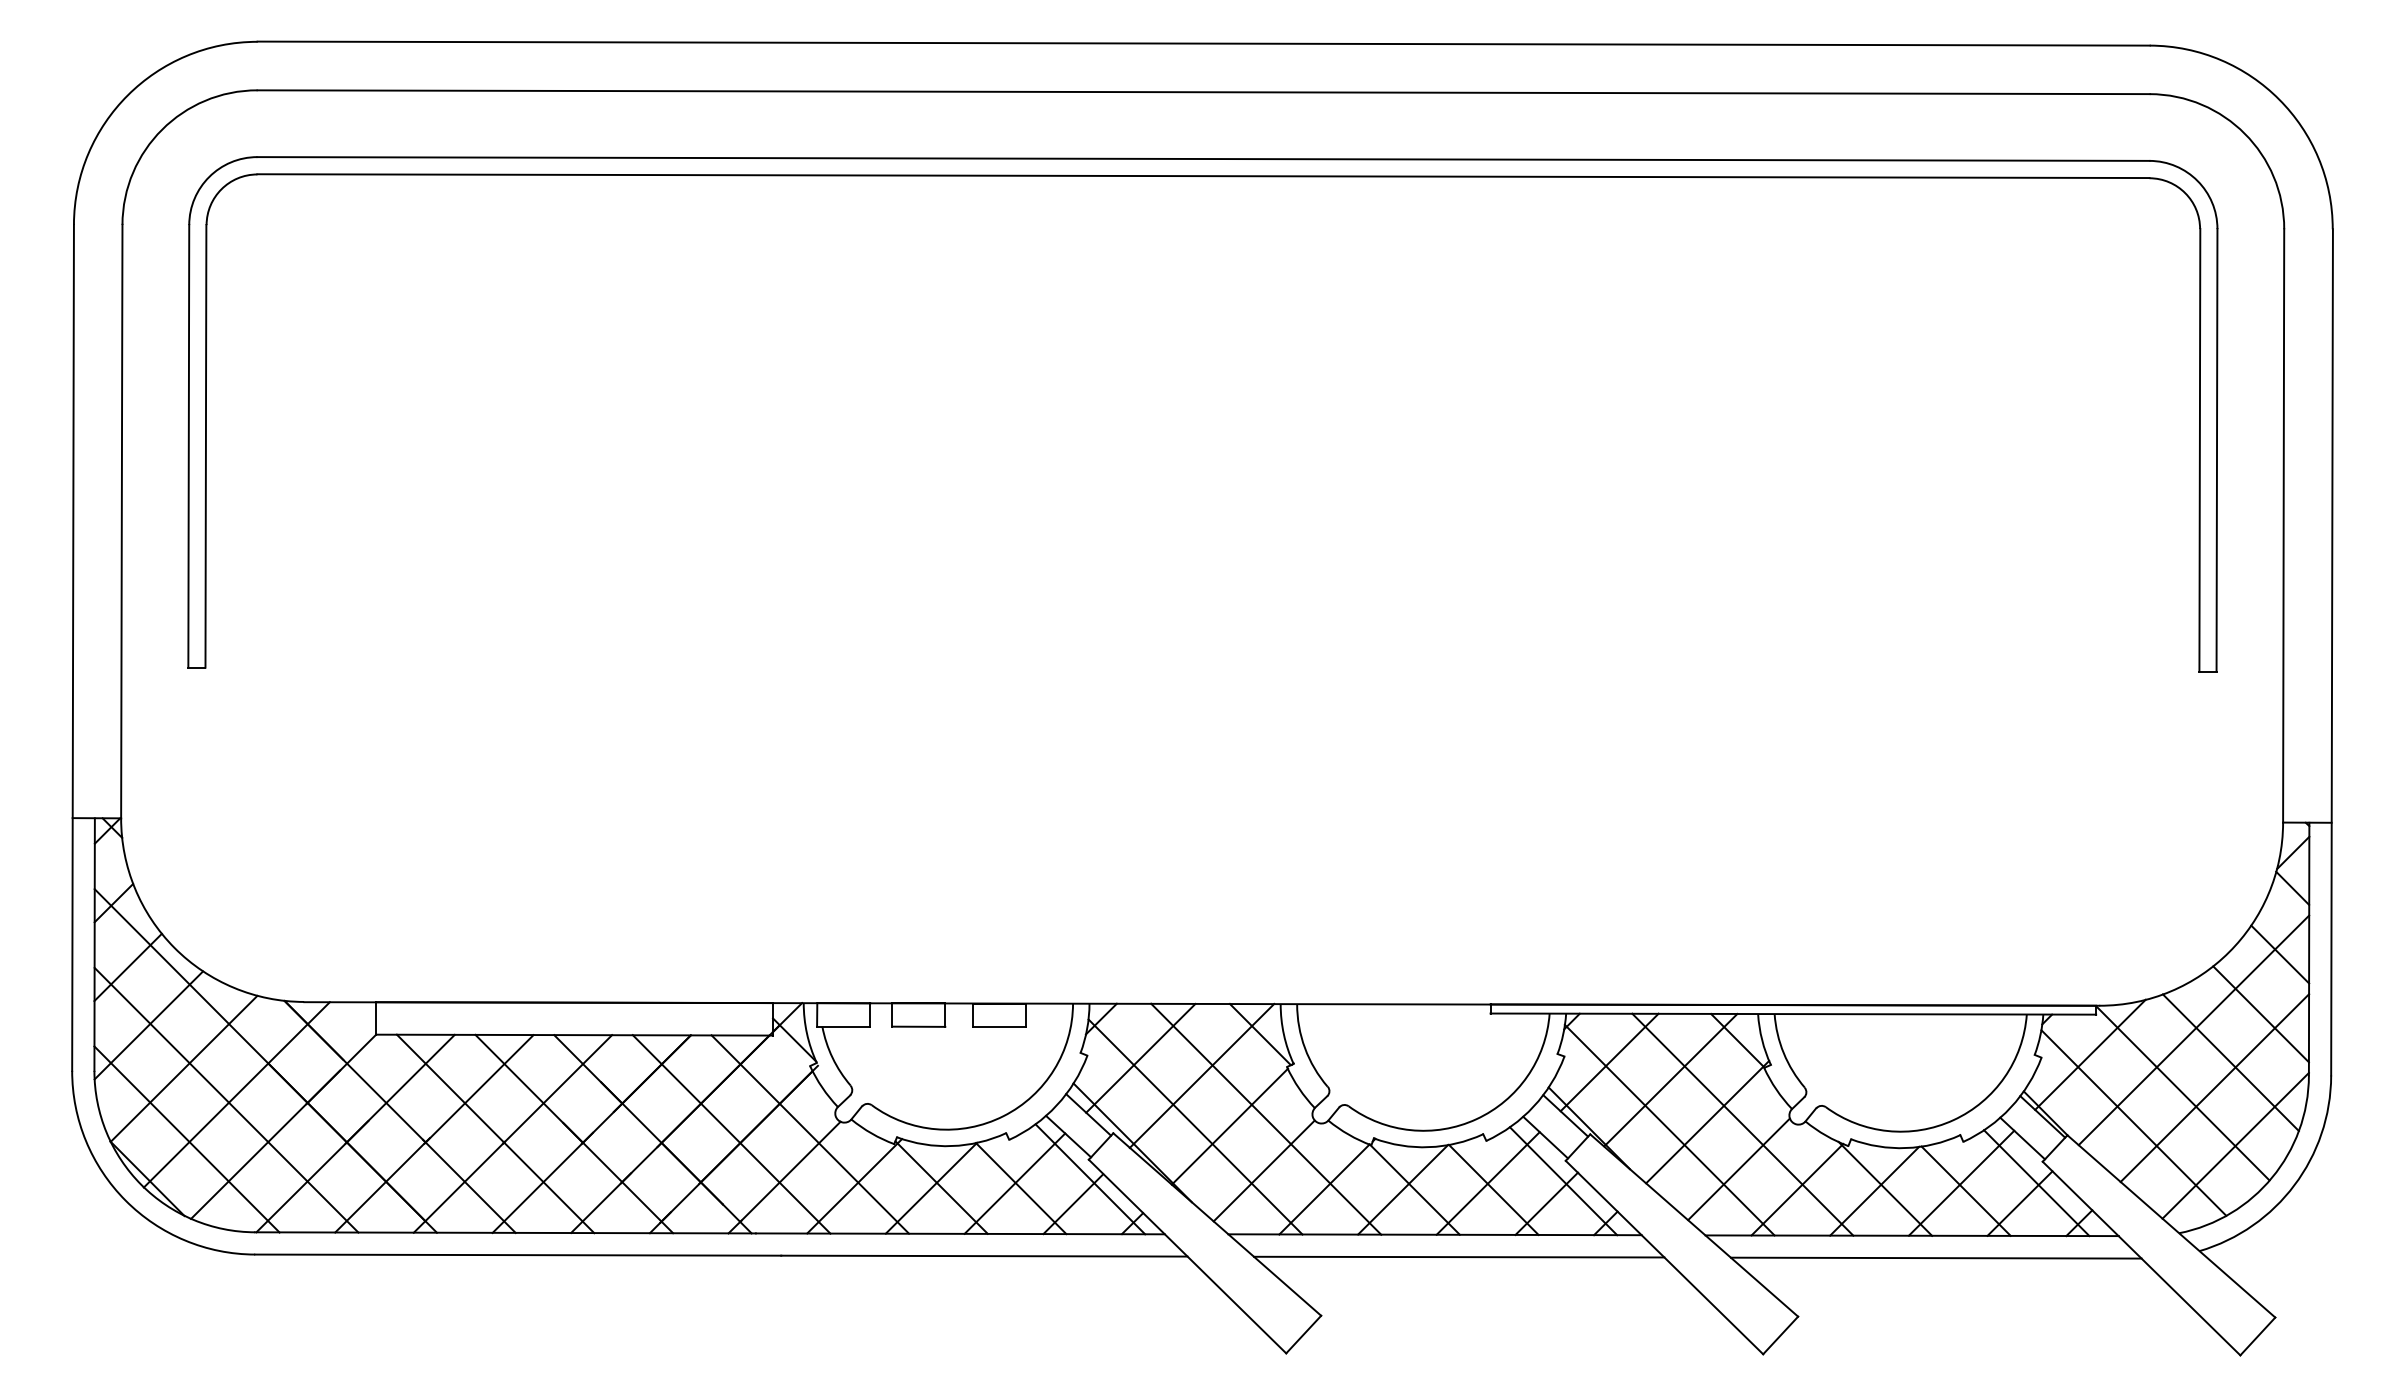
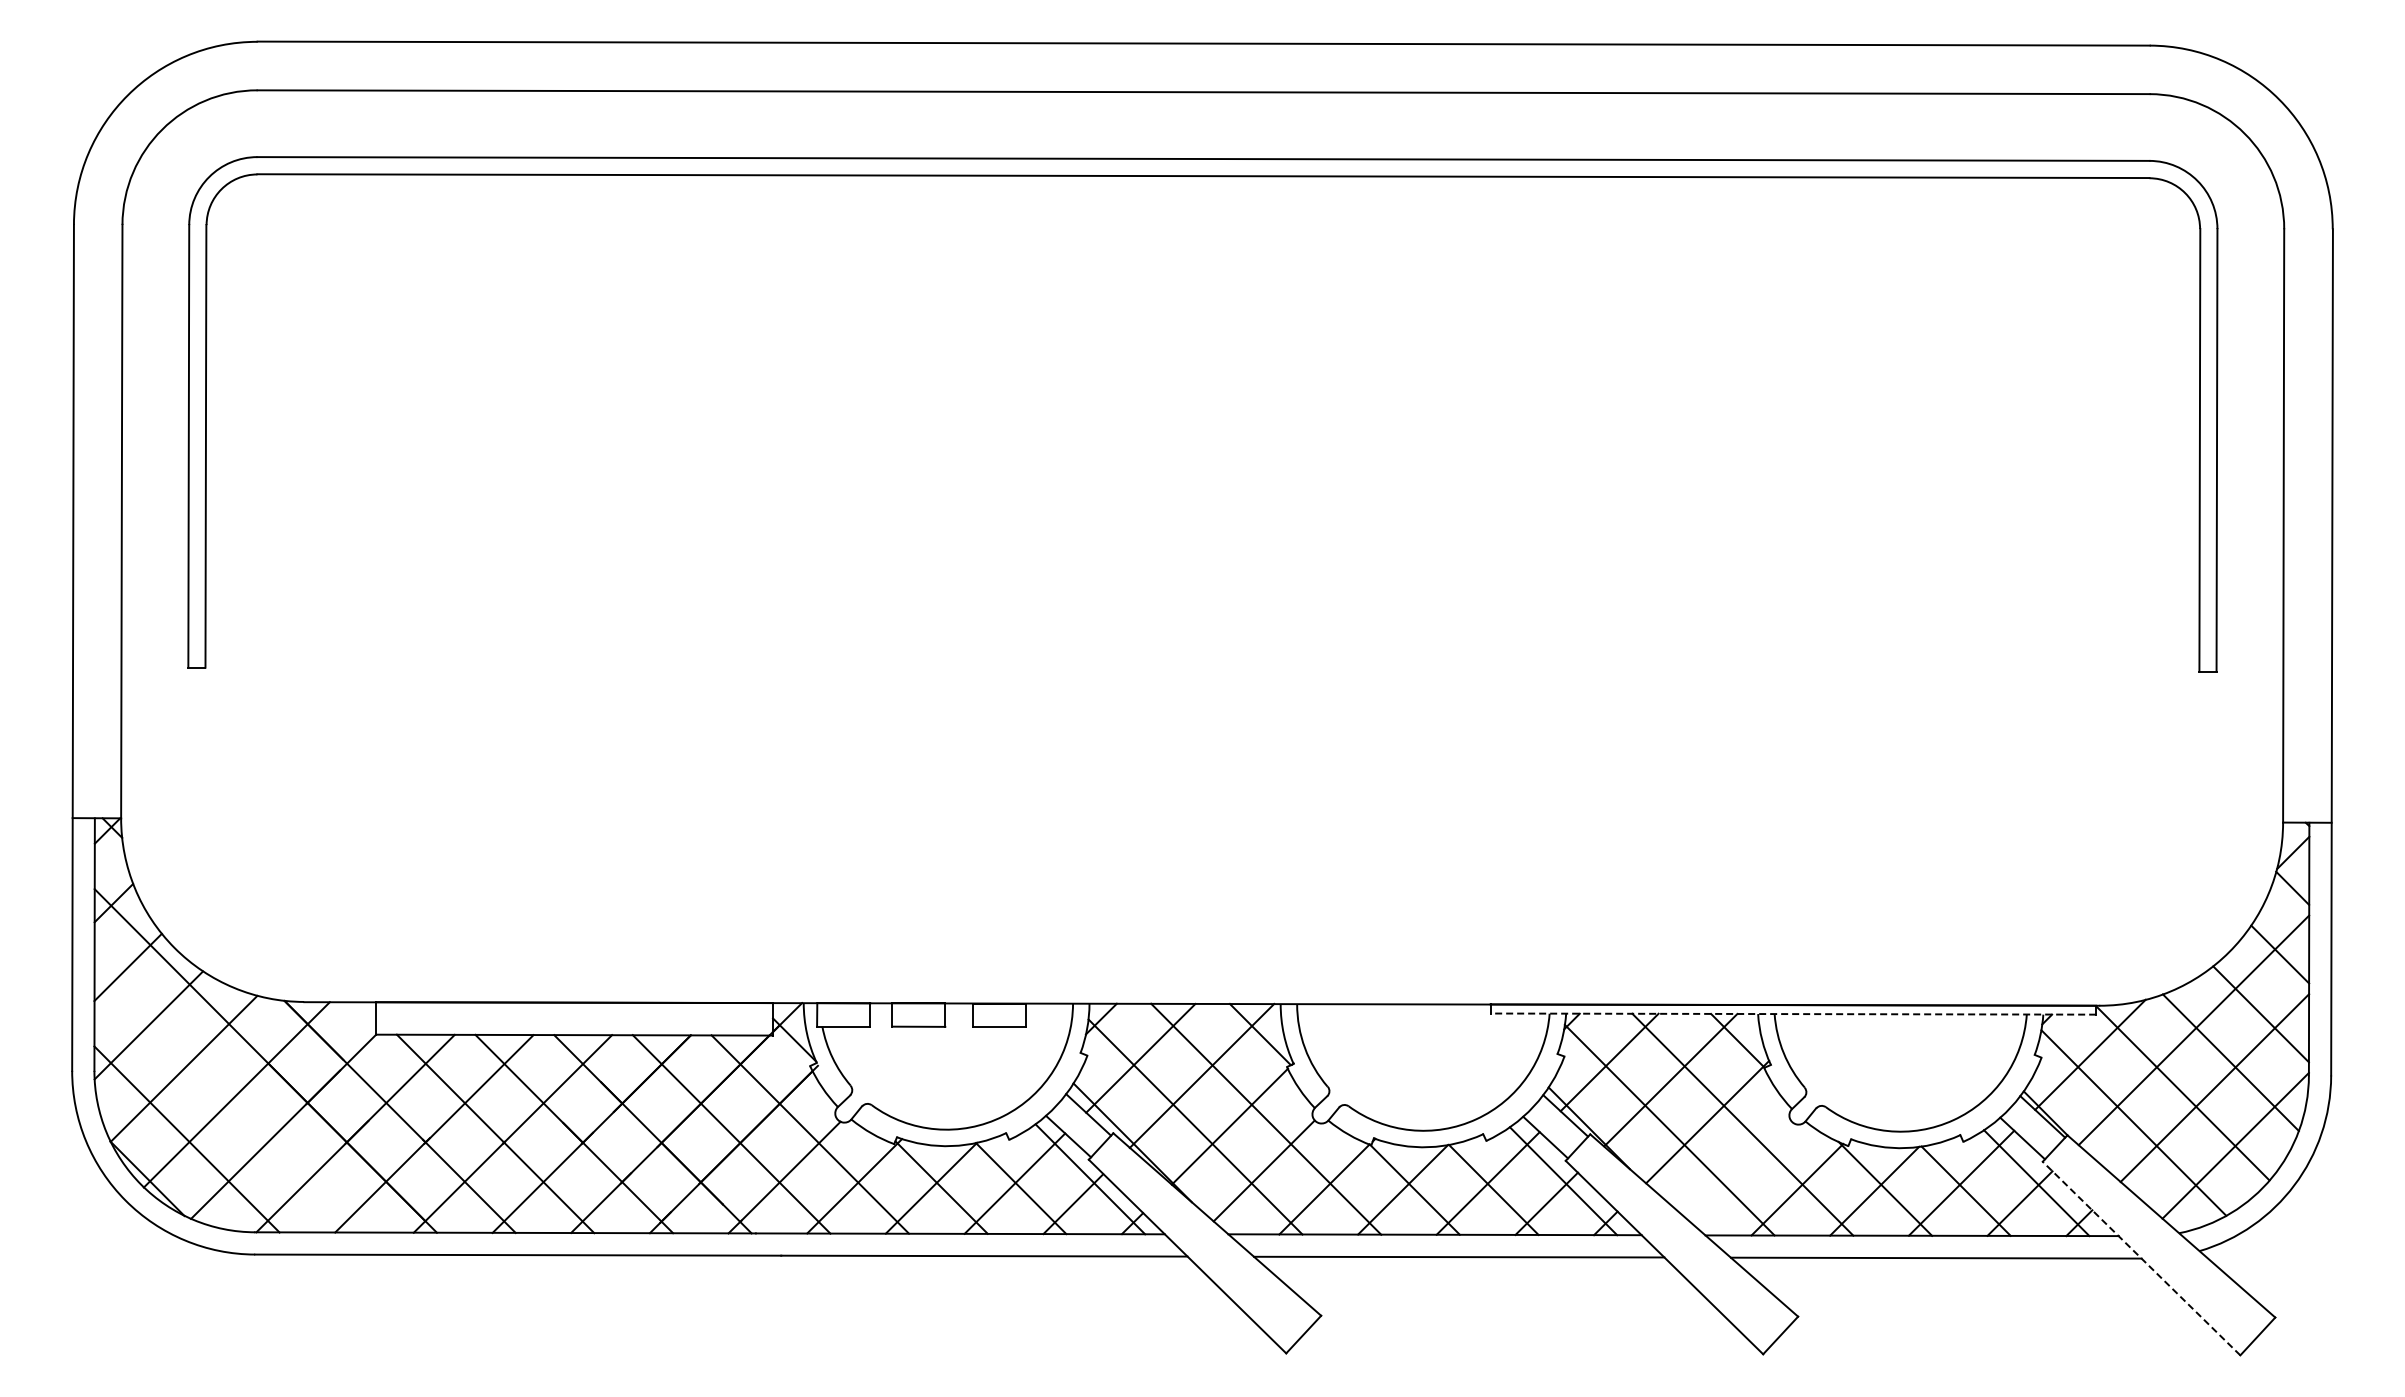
line at (1793, 1014): solid -> dashed
line at (226, 1099): present -> none
line at (1738, 1169): present -> none
line at (2141, 1258): solid -> dashed
